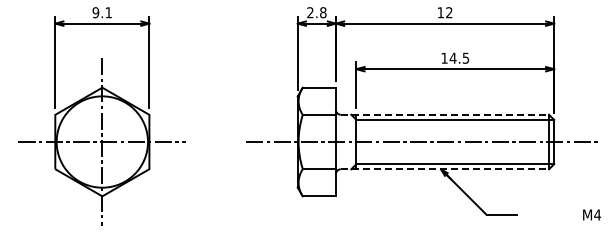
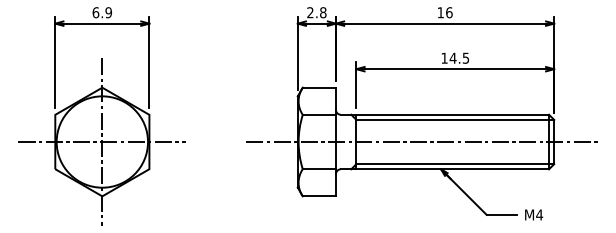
text at (102, 12): 9.1 -> 6.9
text at (449, 12): 12 -> 16
line at (445, 114): dashed -> solid
line at (445, 169): dashed -> solid
text at (592, 214) position: (592, 214) -> (534, 214)
